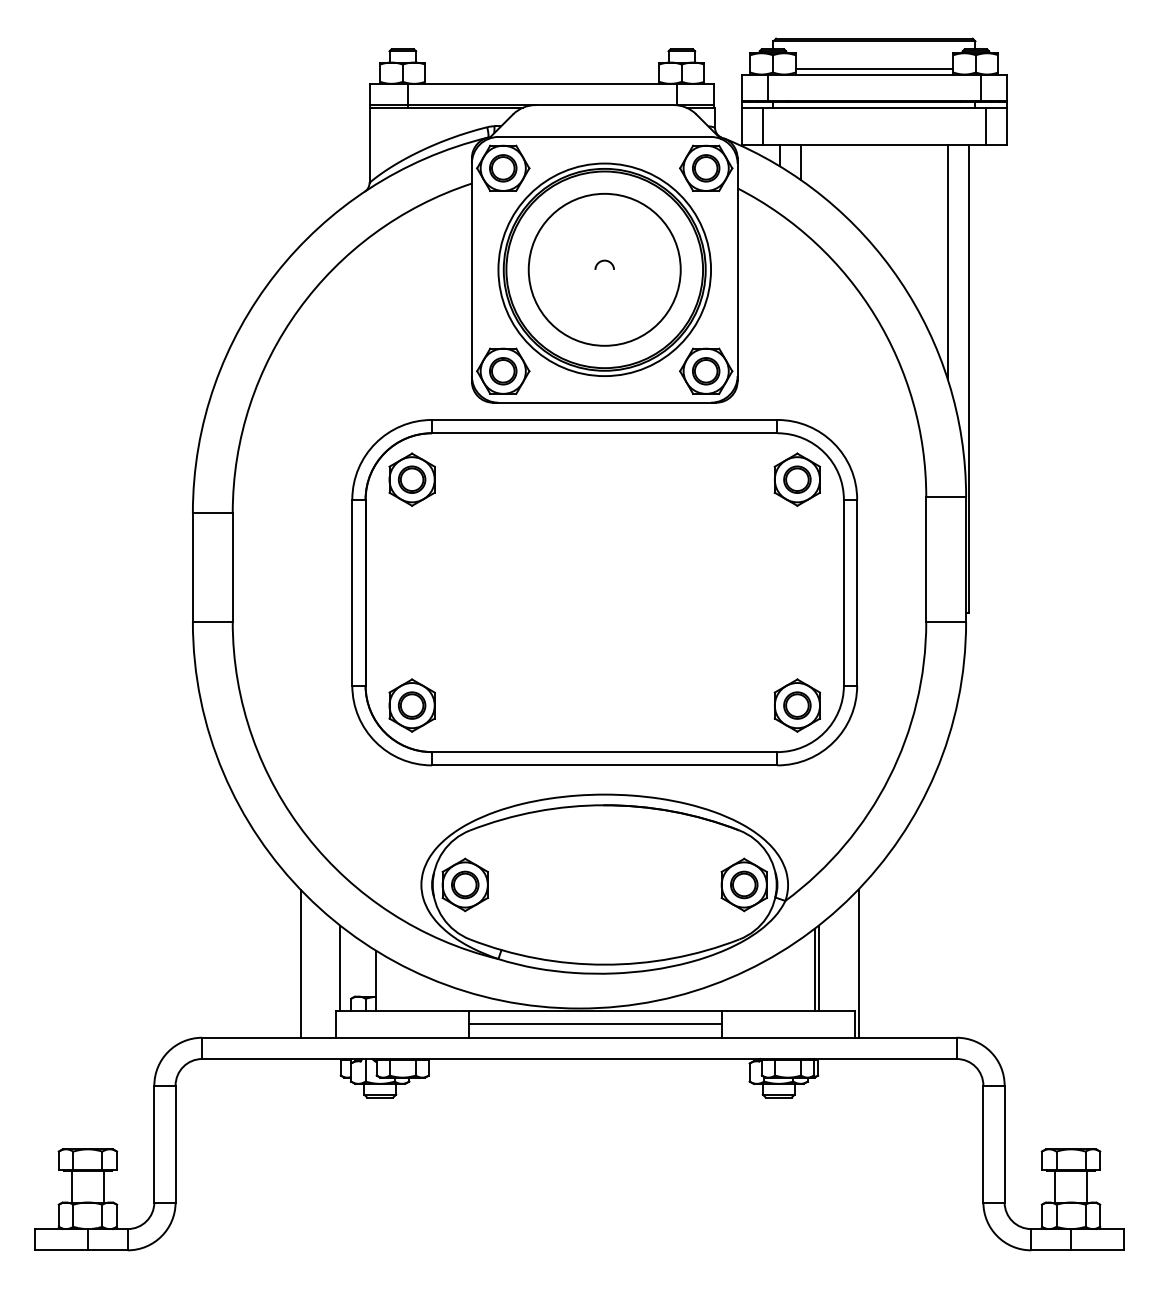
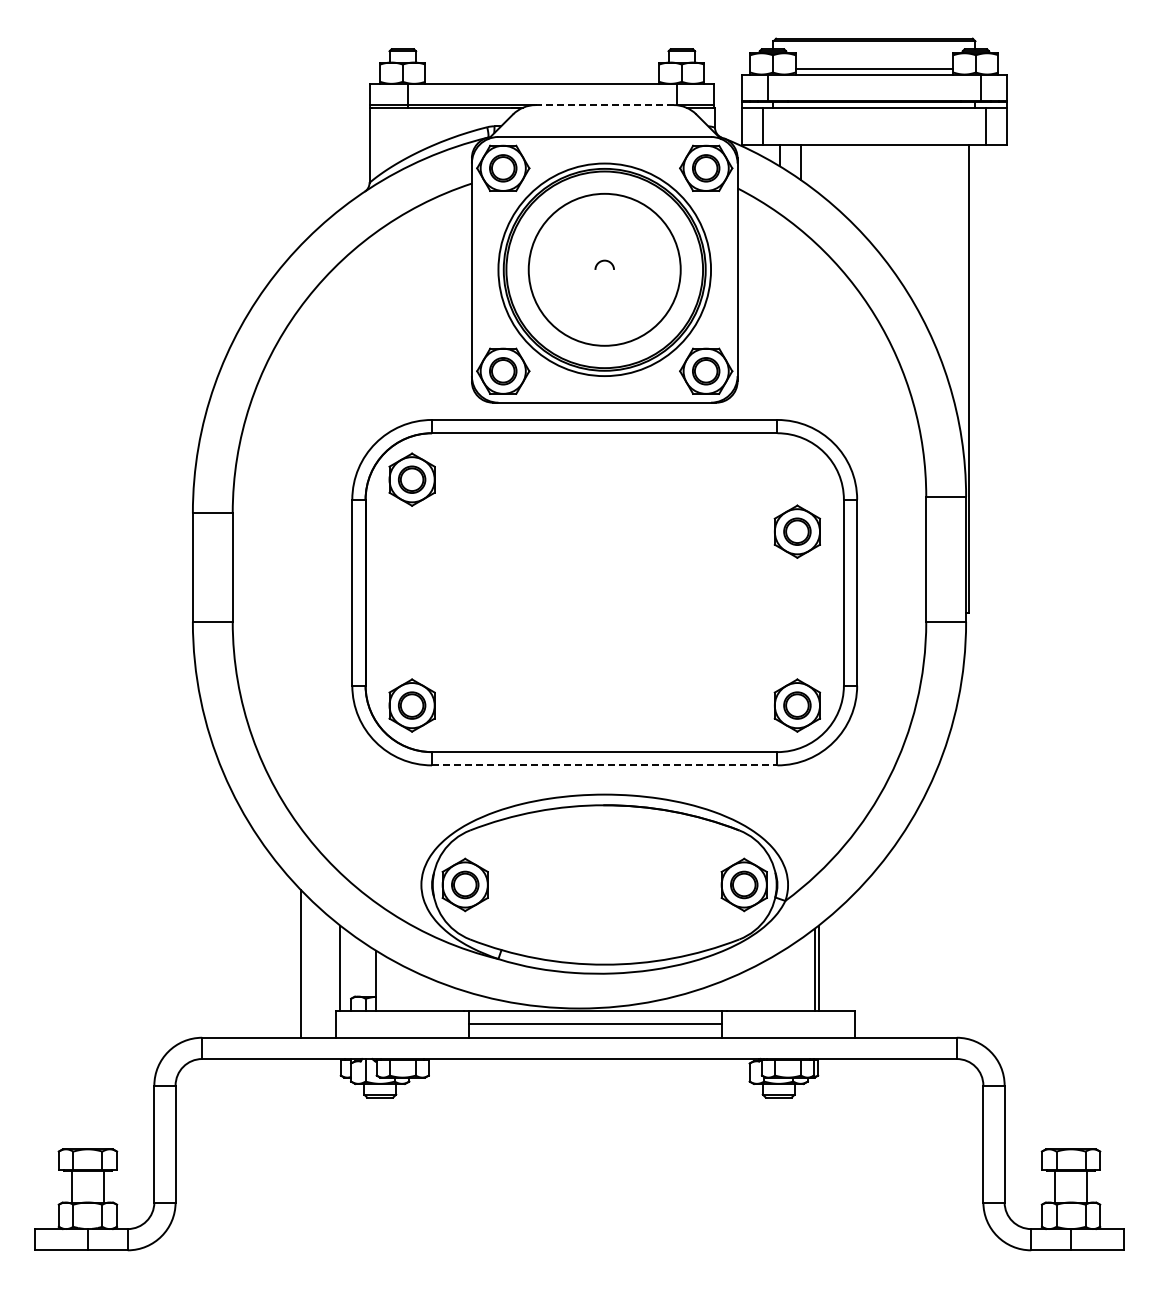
line at (604, 105): solid -> dashed
line at (947, 261): present -> none
part at (797, 479) position: (797, 479) -> (797, 531)
line at (604, 765): solid -> dashed
line at (858, 963): present -> none
